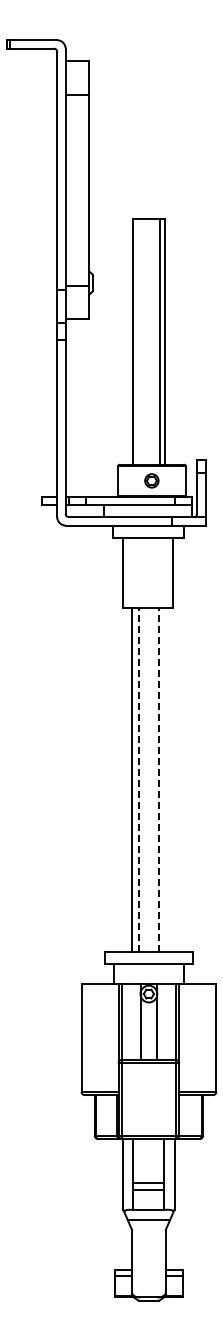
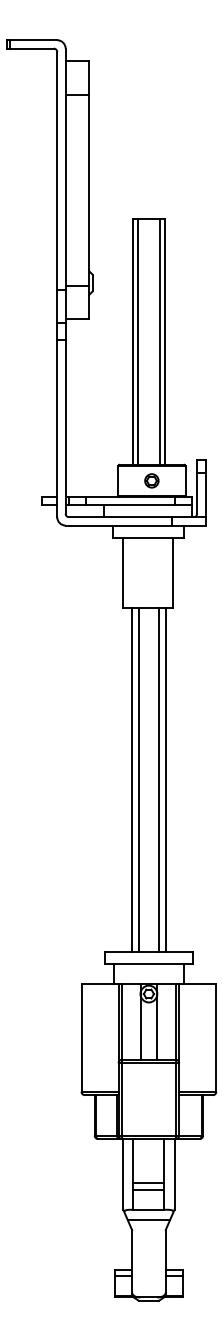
line at (137, 341): none -> present
line at (165, 779): none -> present
line at (138, 780): dashed -> solid
line at (159, 780): dashed -> solid
